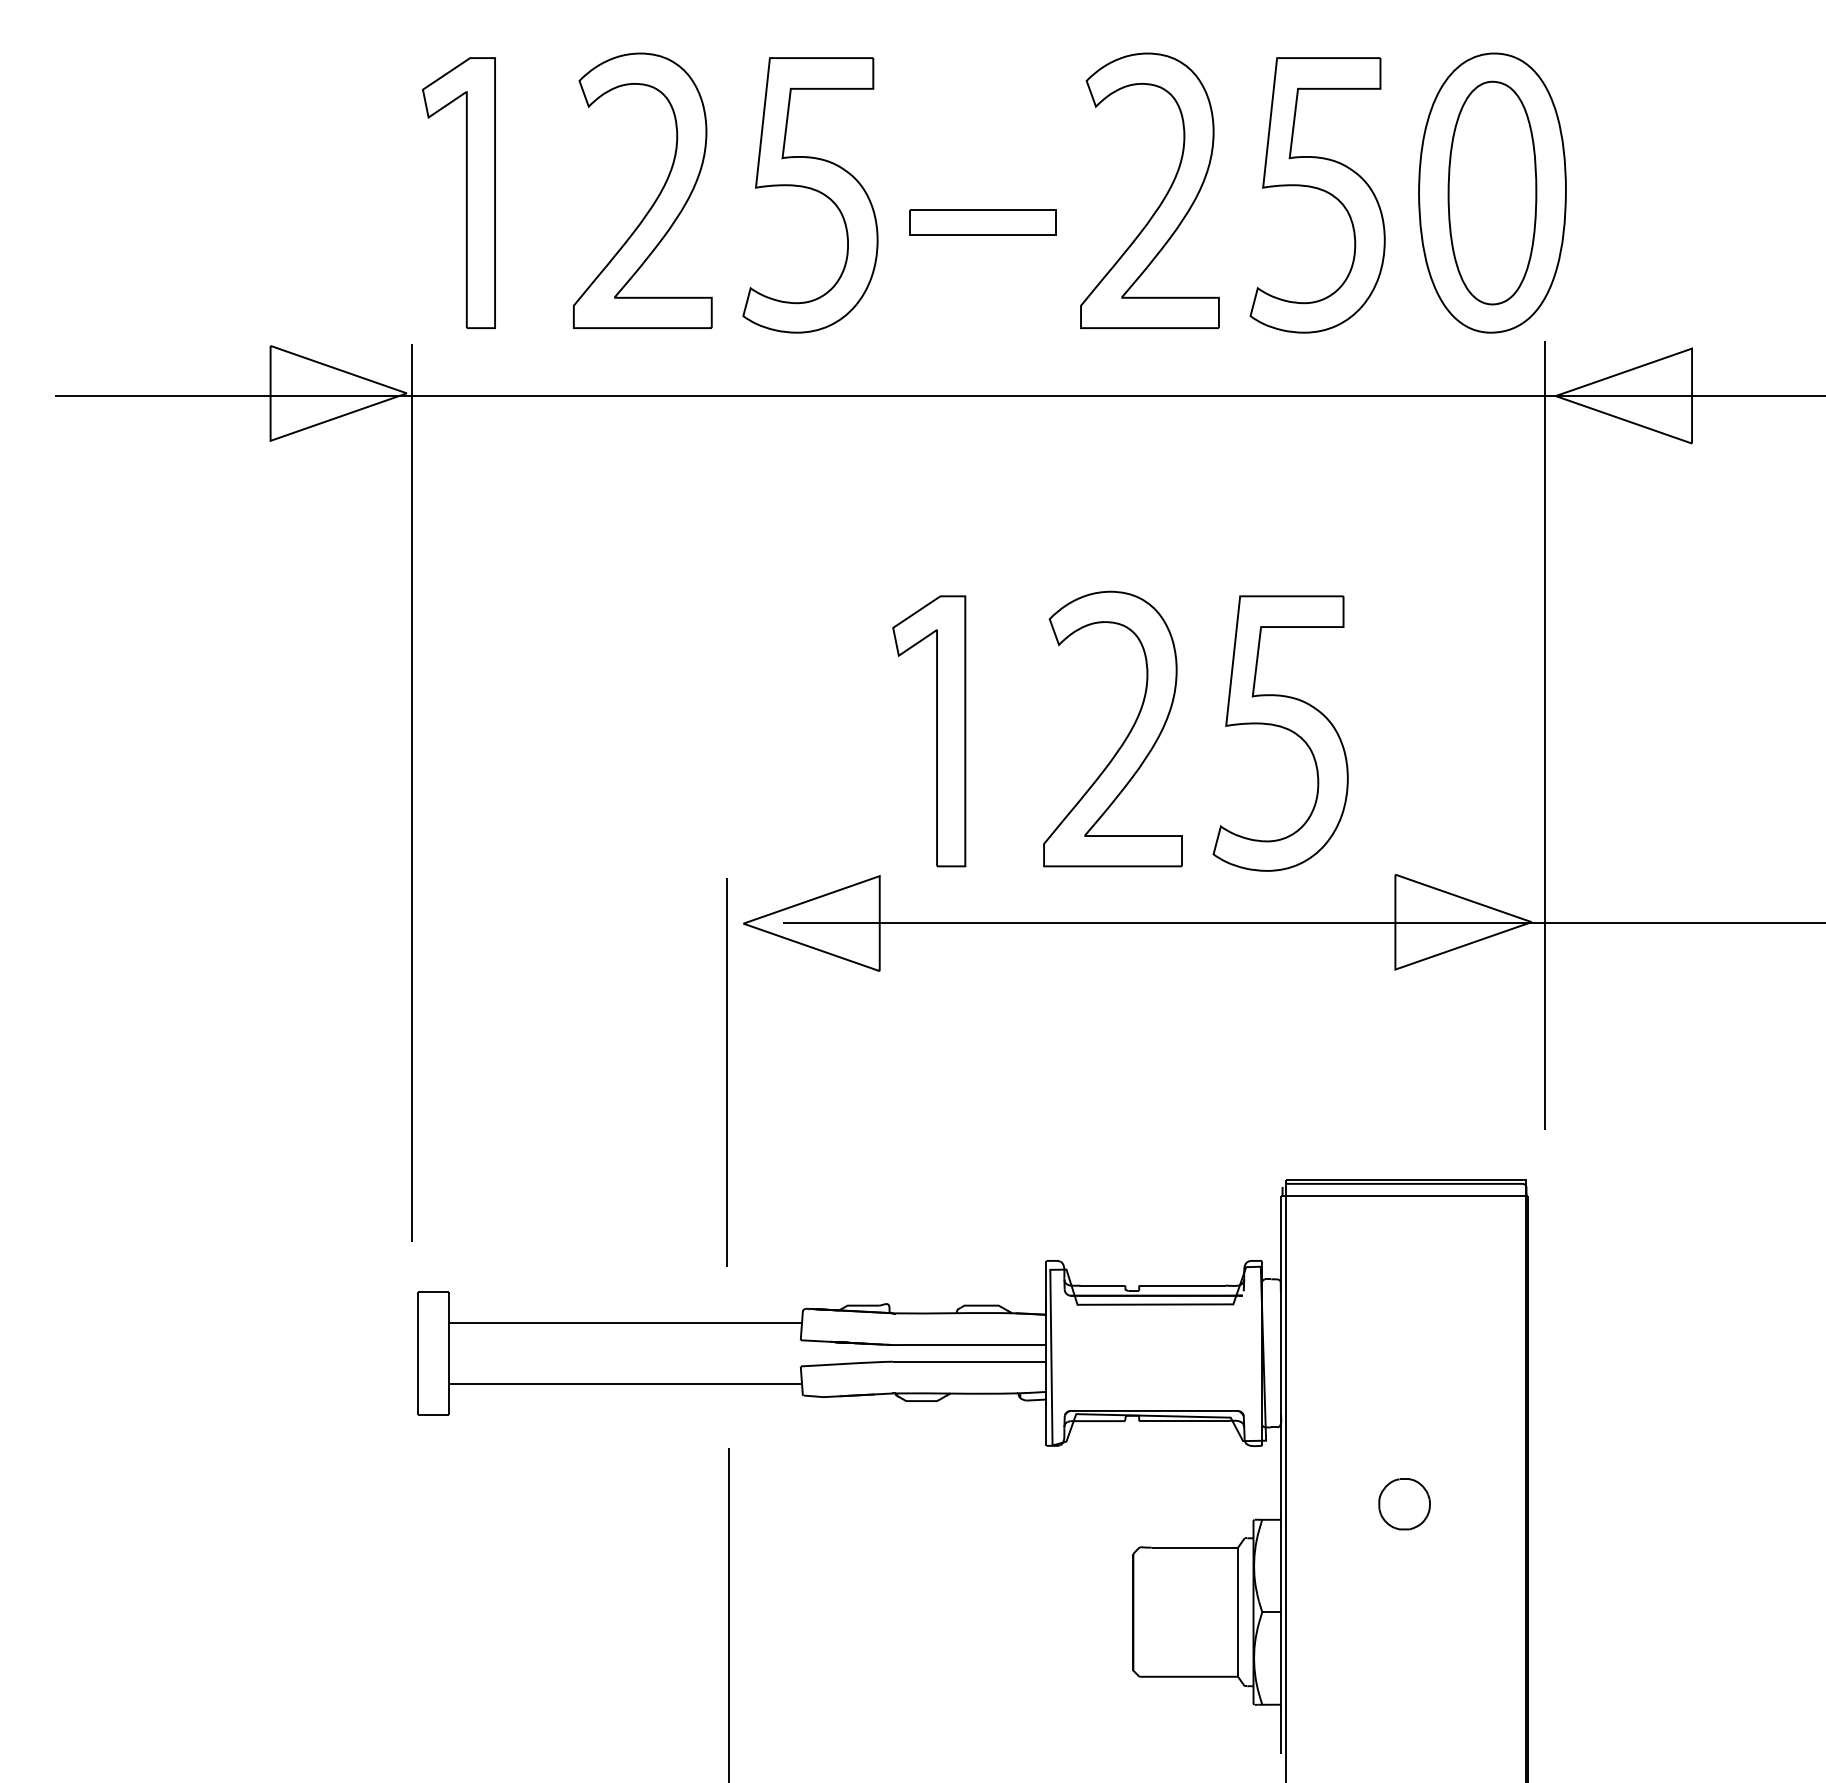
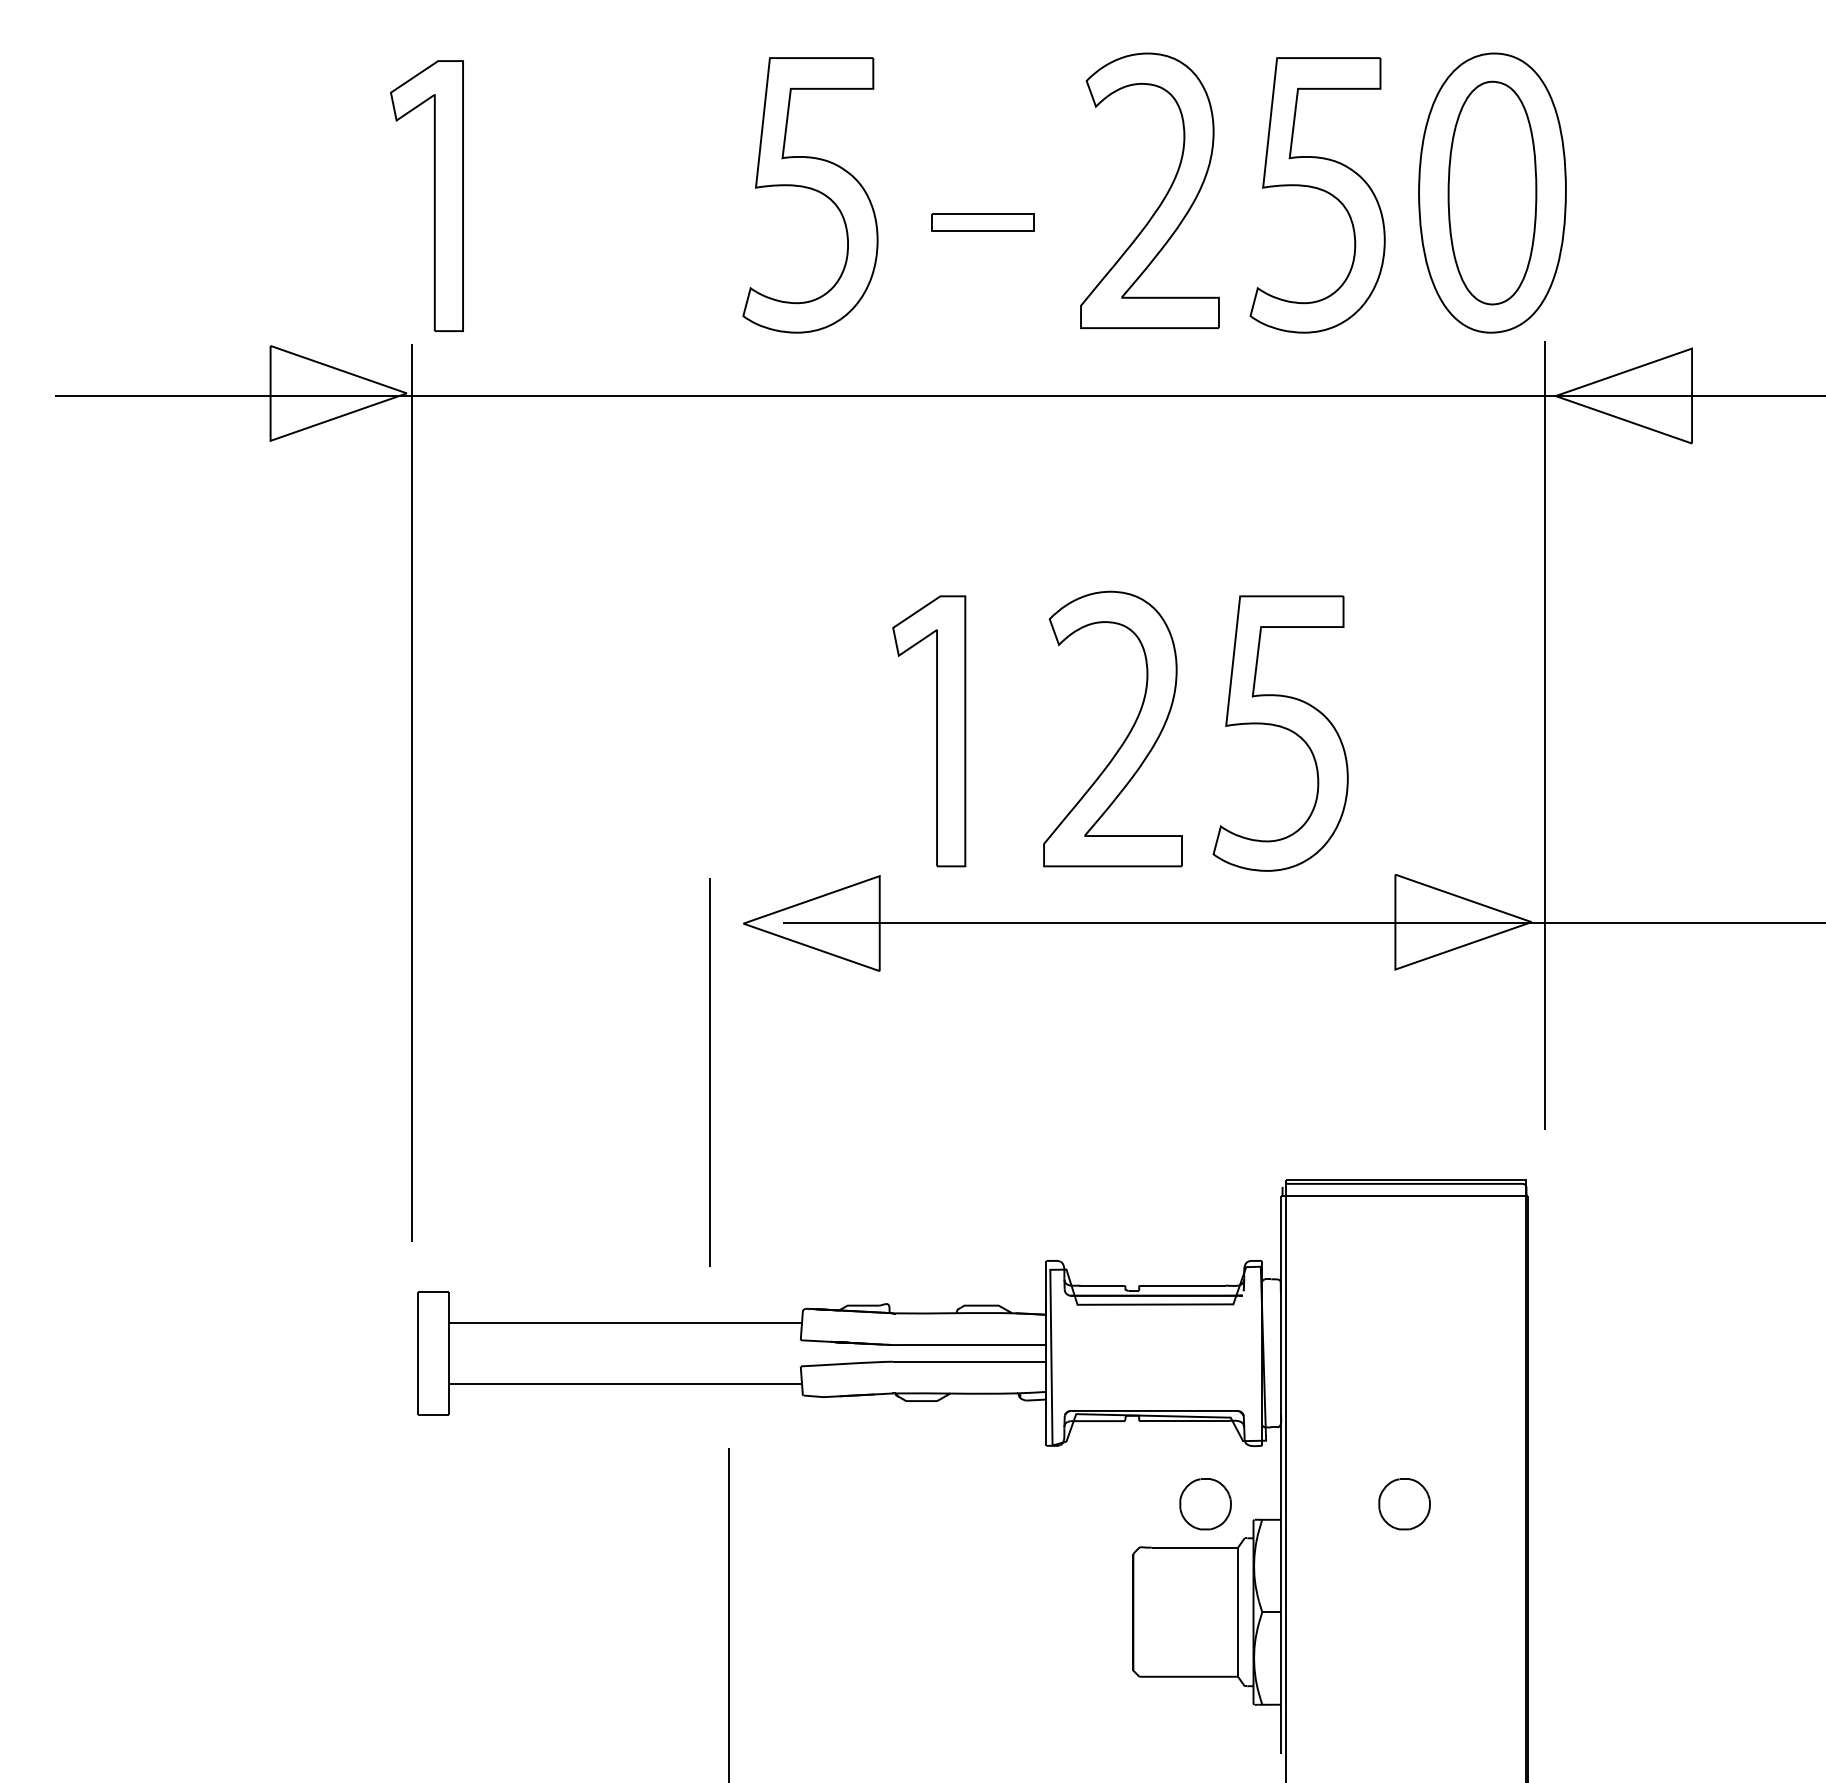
part at (465, 192) position: (465, 192) -> (433, 195)
part at (656, 197): present -> none
part at (982, 222) size: 148x27 px -> 104x19 px
line at (726, 1072) position: (726, 1072) -> (709, 1072)
part at (1205, 1504): none -> present
